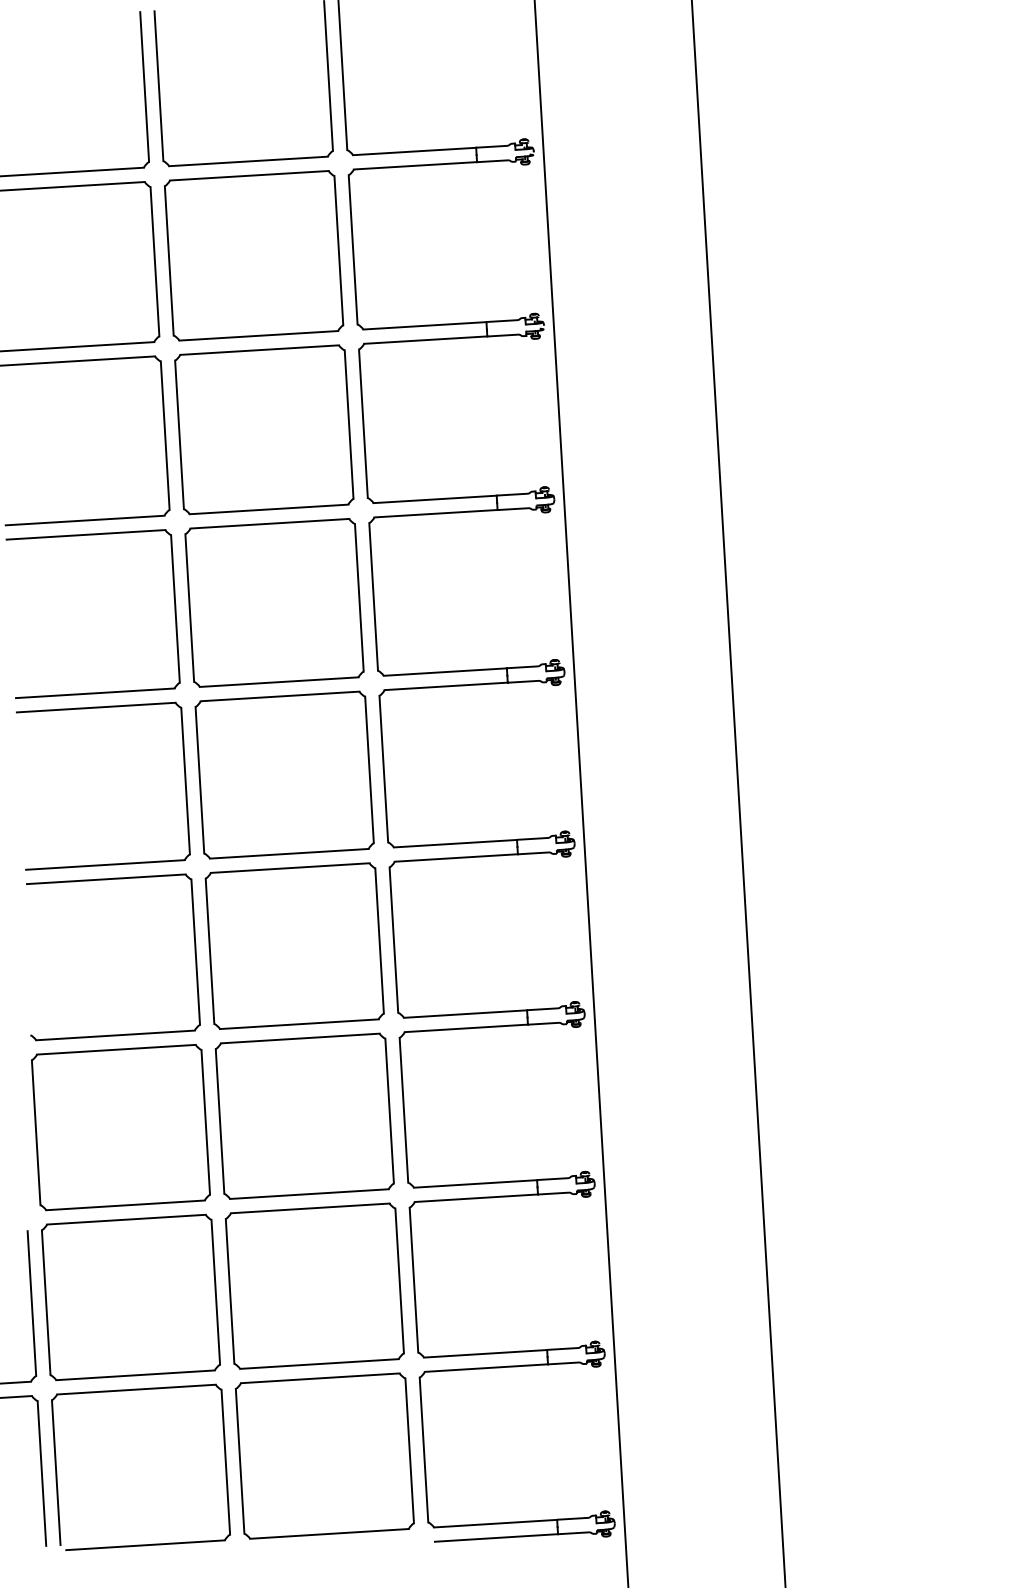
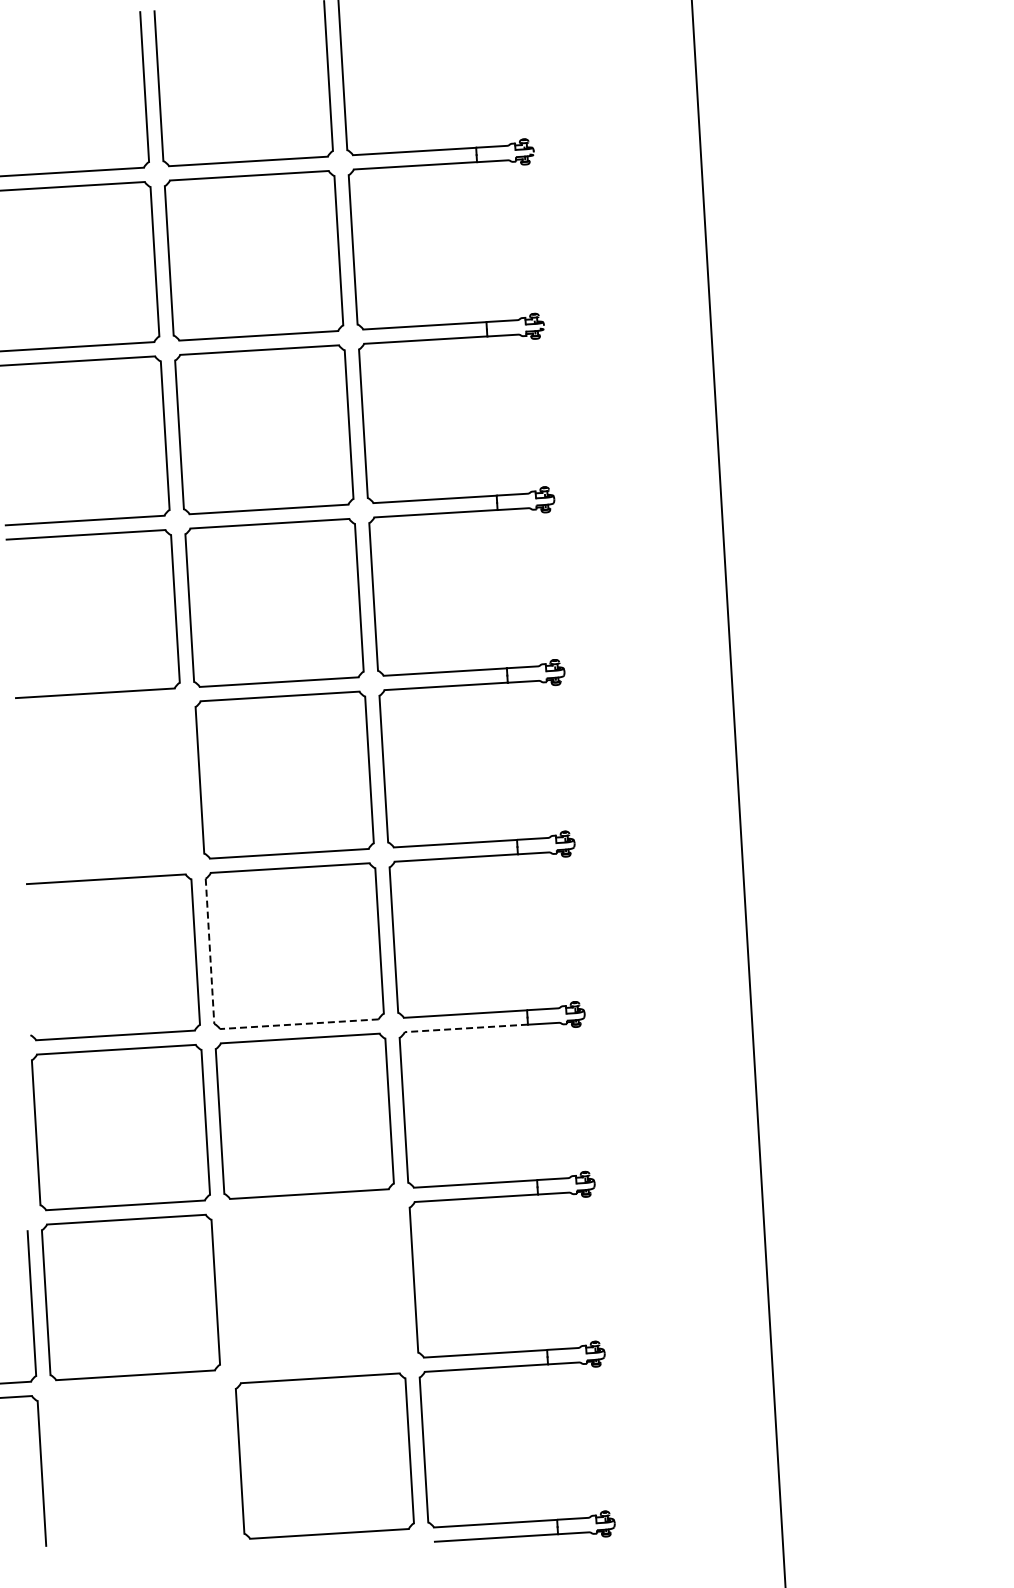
part at (102, 708): present -> none
line at (581, 793): present -> none
line at (210, 951): solid -> dashed
line at (298, 1024): solid -> dashed
line at (466, 1028): solid -> dashed
part at (314, 1285): present -> none
part at (140, 1390): present -> none
